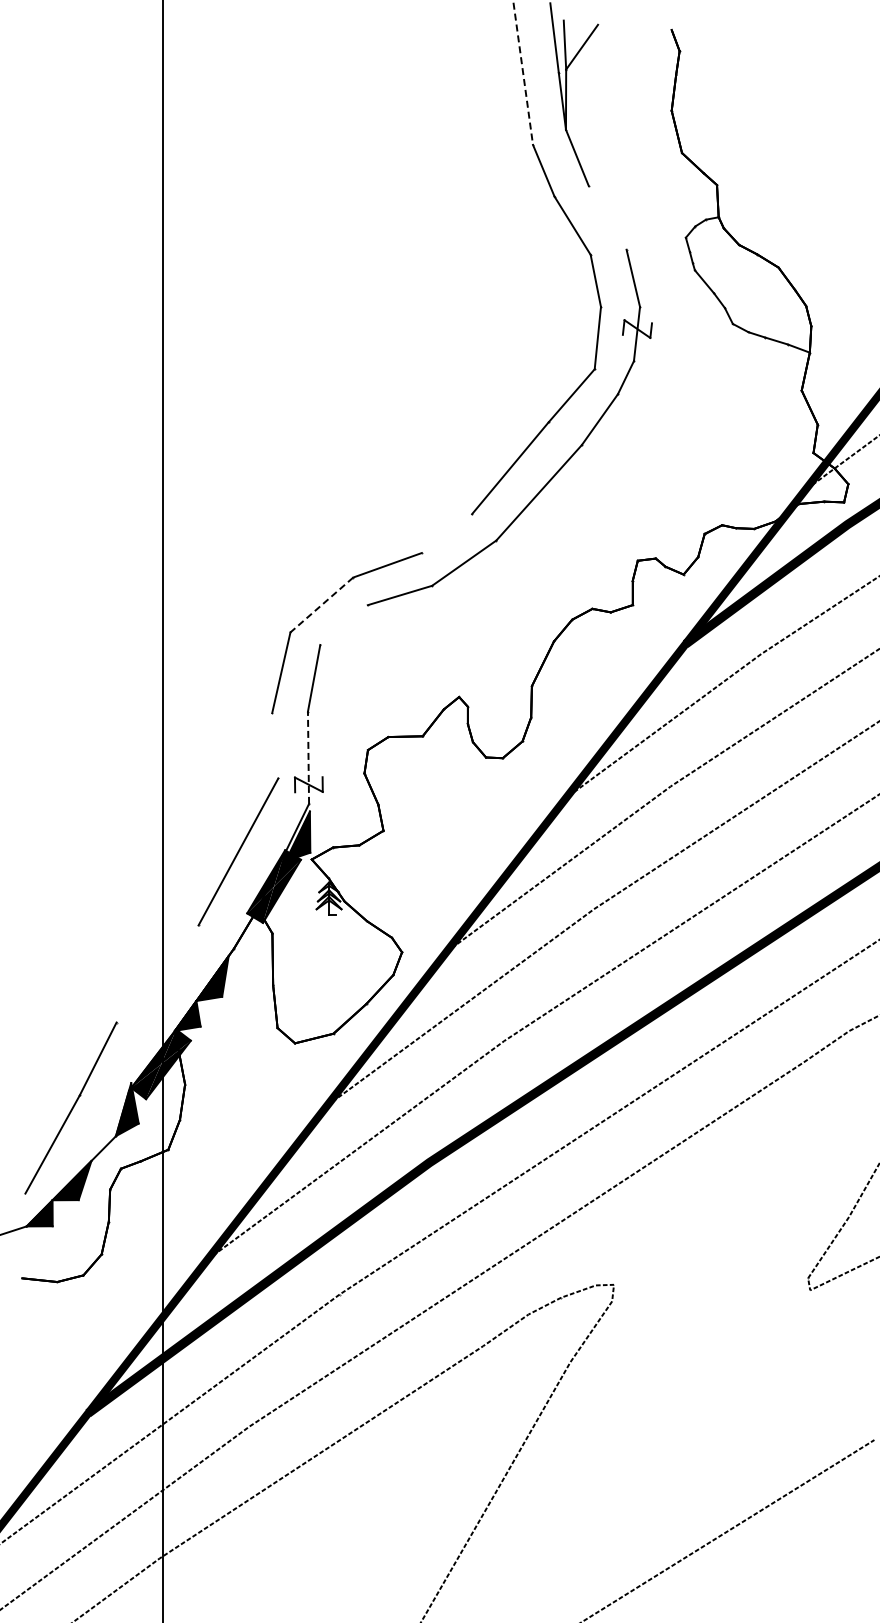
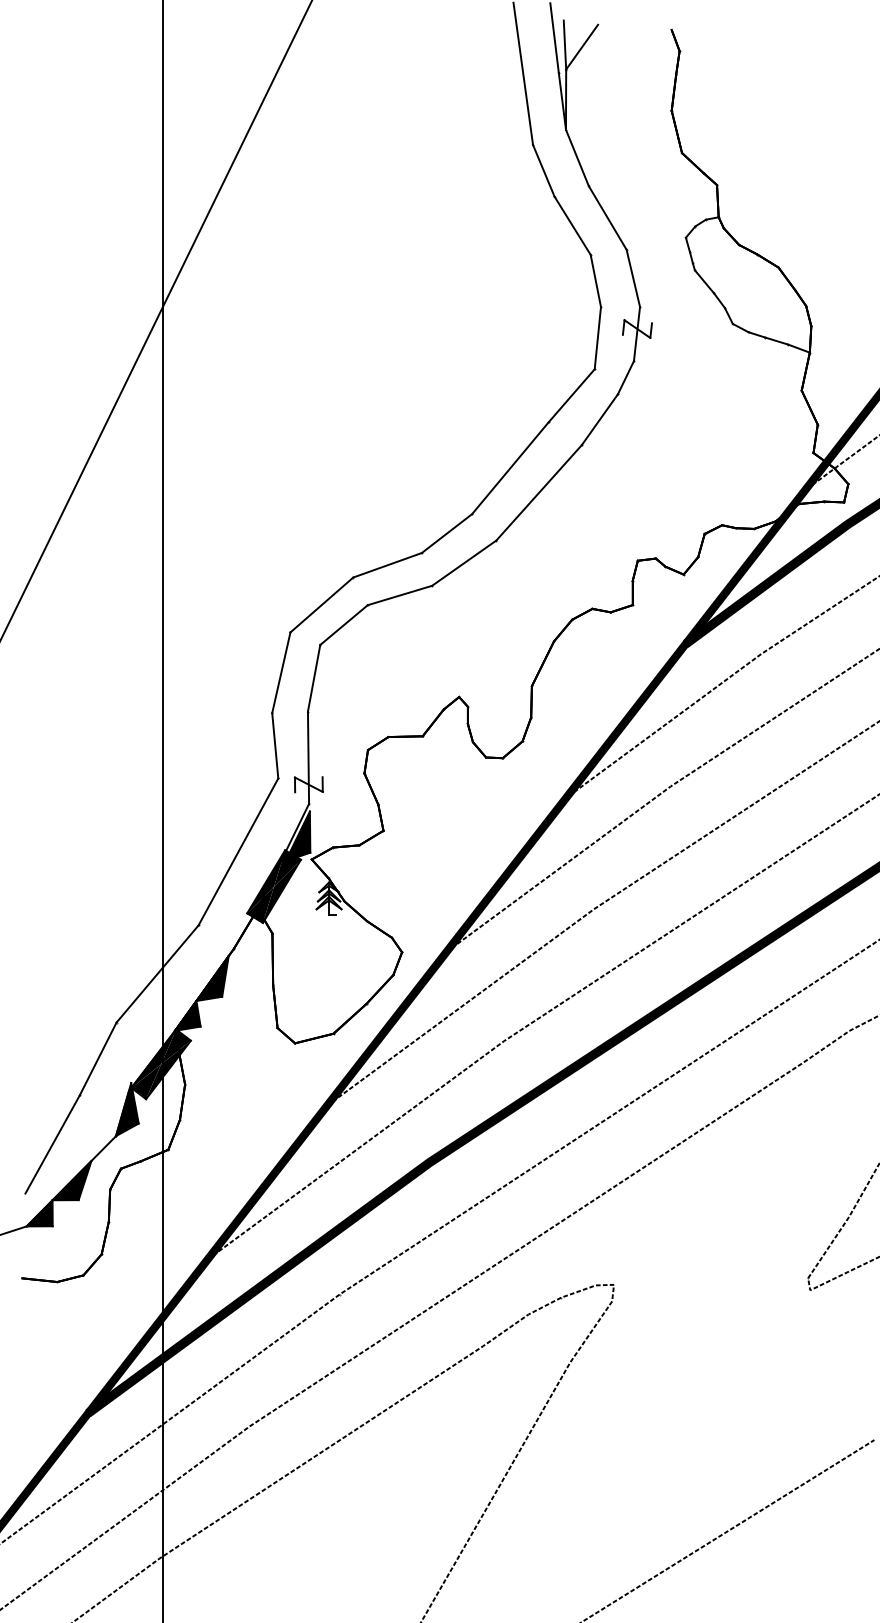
line at (523, 73): dashed -> solid
line at (607, 217): none -> present
line at (156, 319): none -> present
line at (446, 533): none -> present
line at (321, 605): dashed -> solid
line at (343, 624): none -> present
line at (275, 745): none -> present
line at (308, 757): dashed -> solid
line at (157, 973): none -> present
